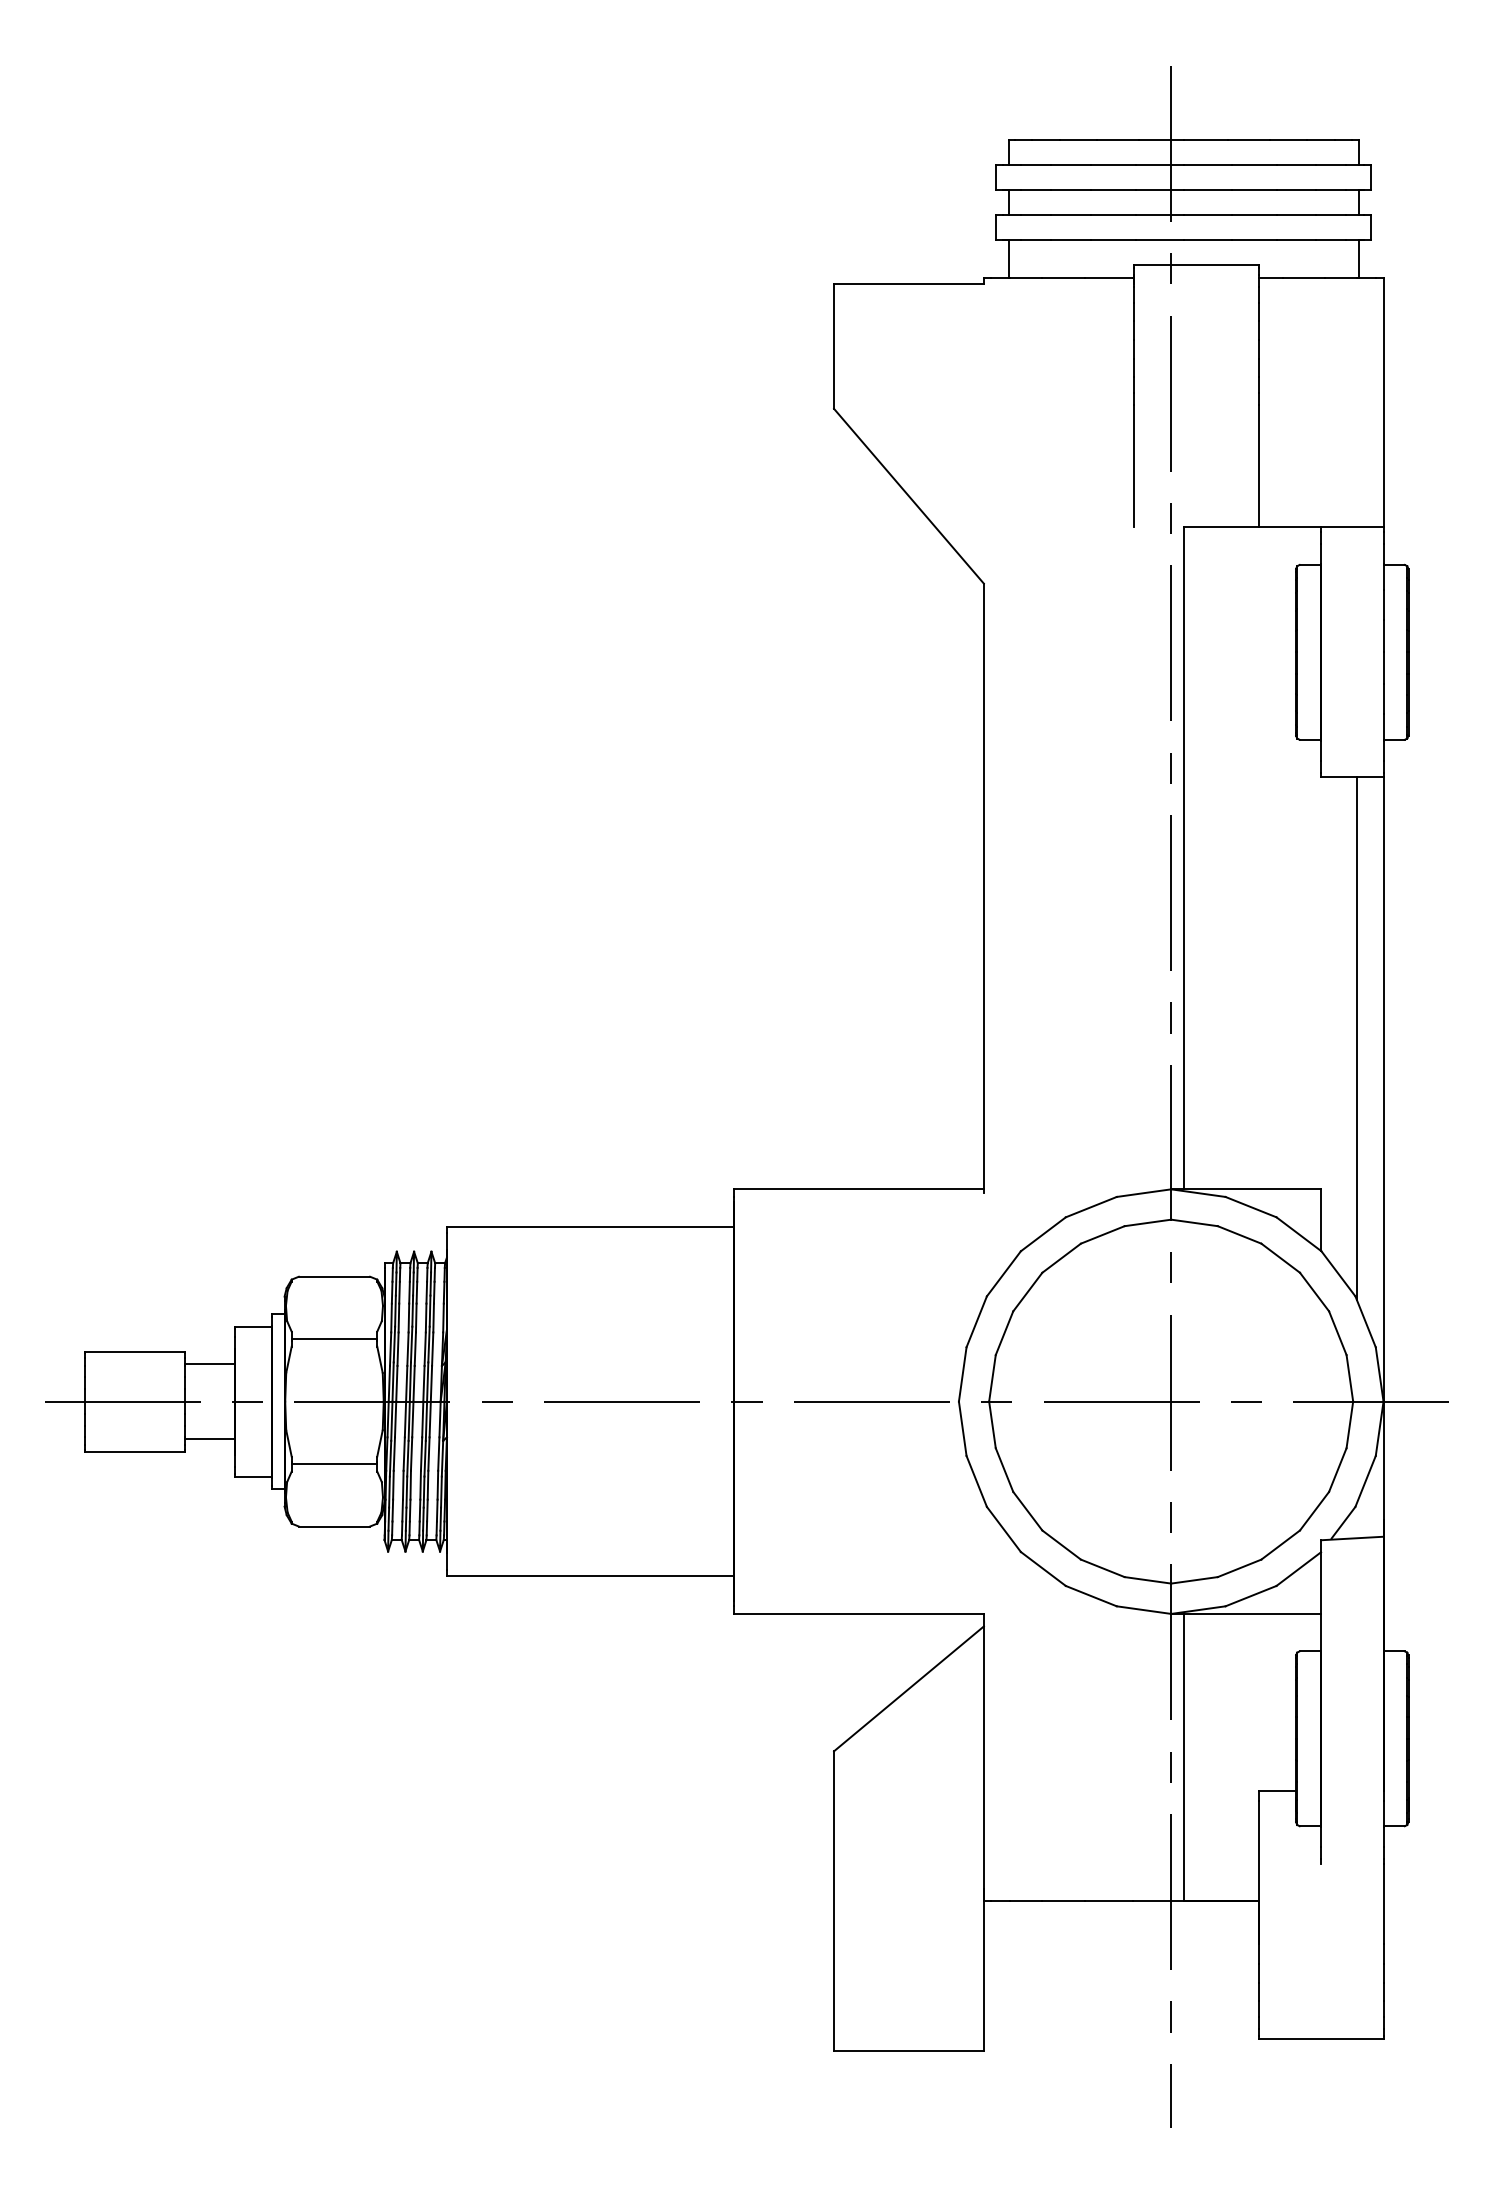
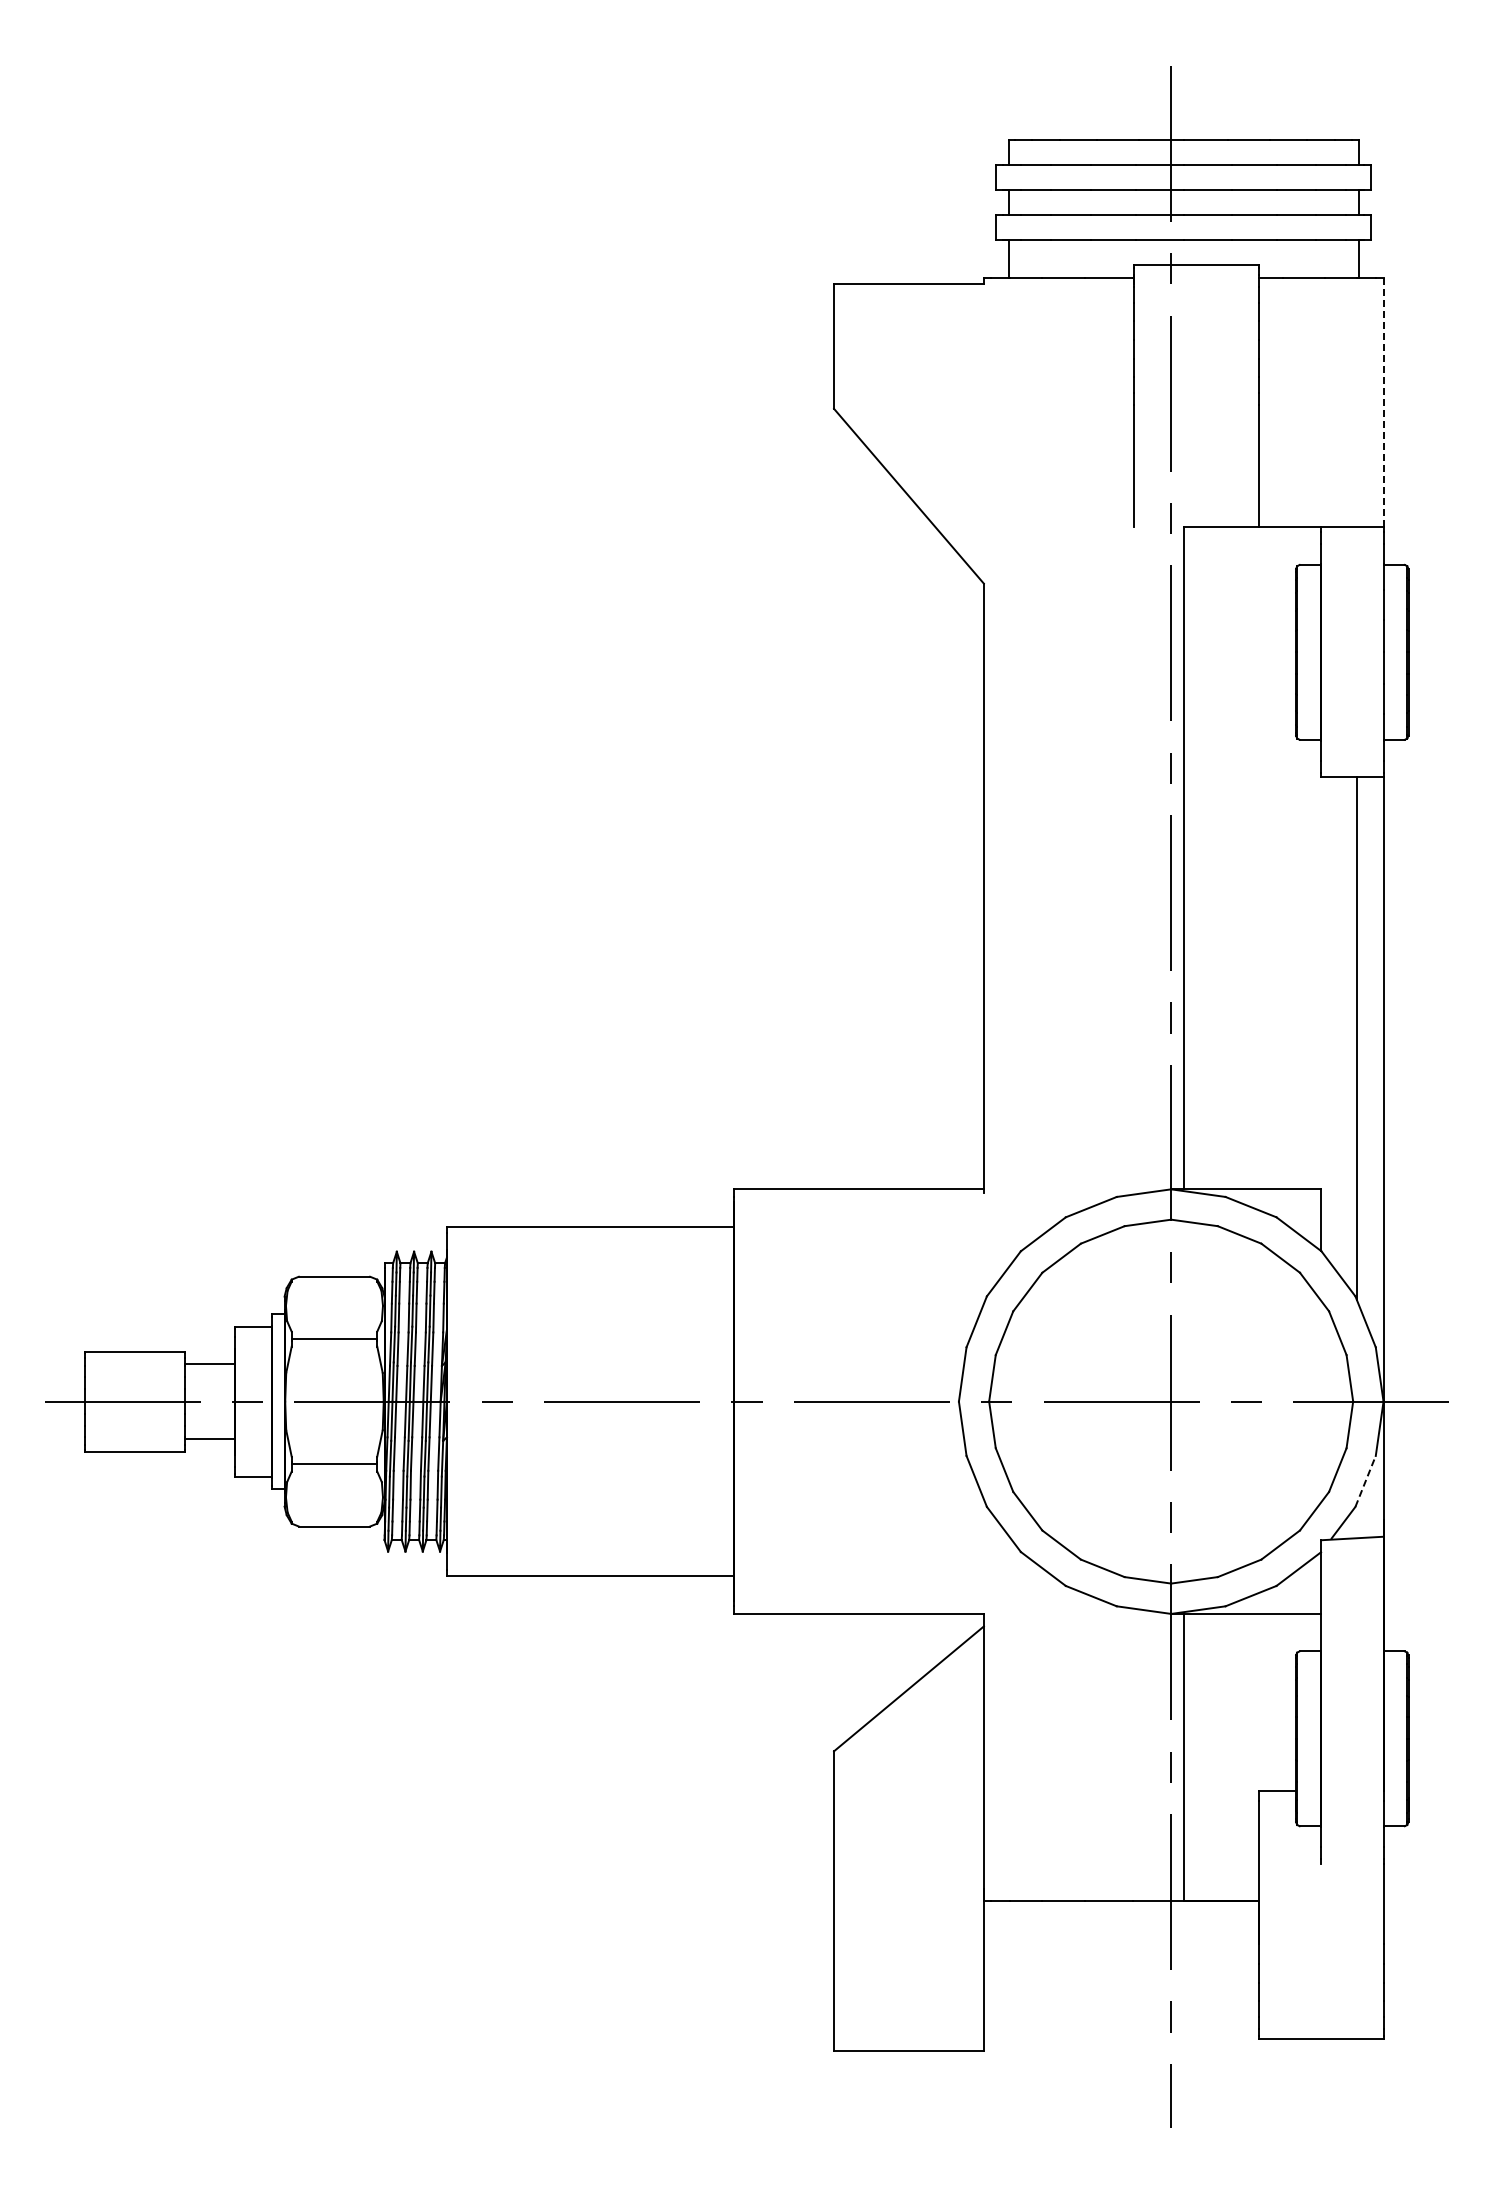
line at (1383, 402): solid -> dashed
line at (1365, 1480): solid -> dashed
